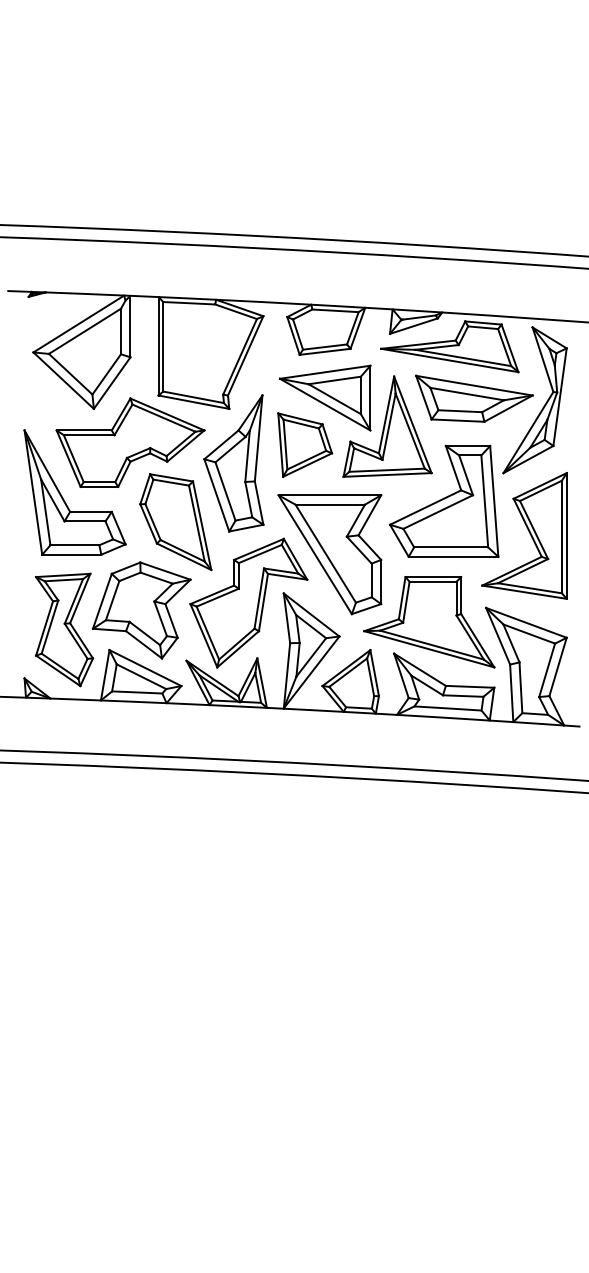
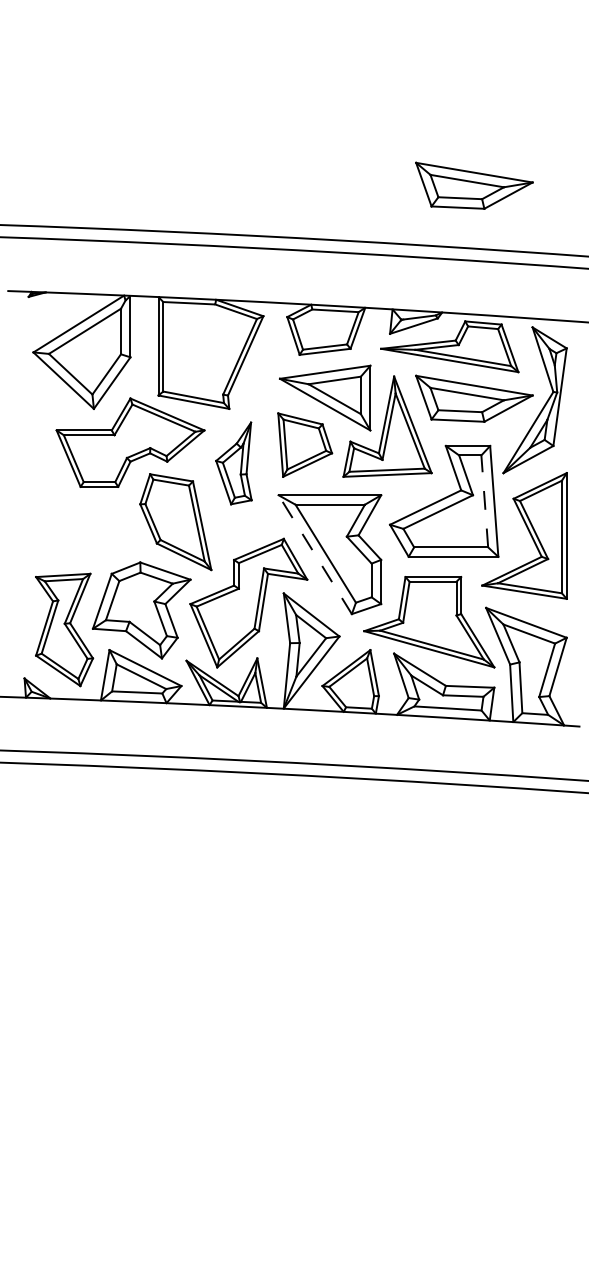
part at (474, 185): none -> present
part at (233, 463) size: 62x139 px -> 38x85 px
part at (63, 497): present -> none
line at (484, 500): solid -> dashed
line at (315, 554): solid -> dashed
